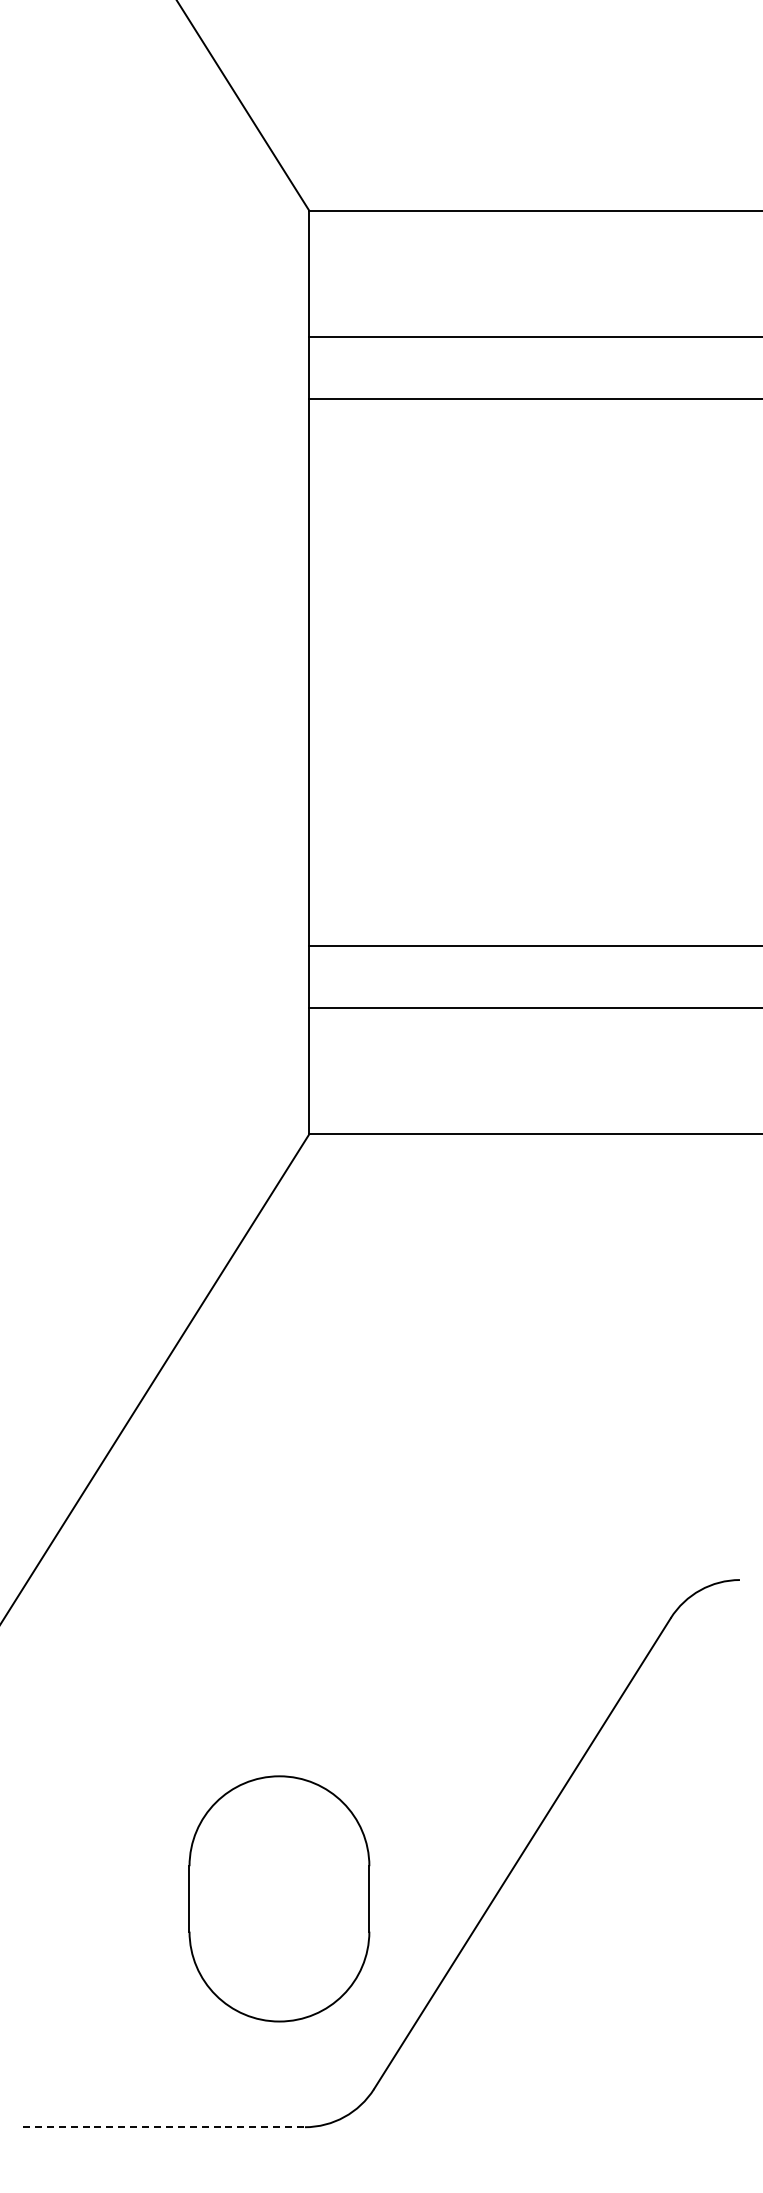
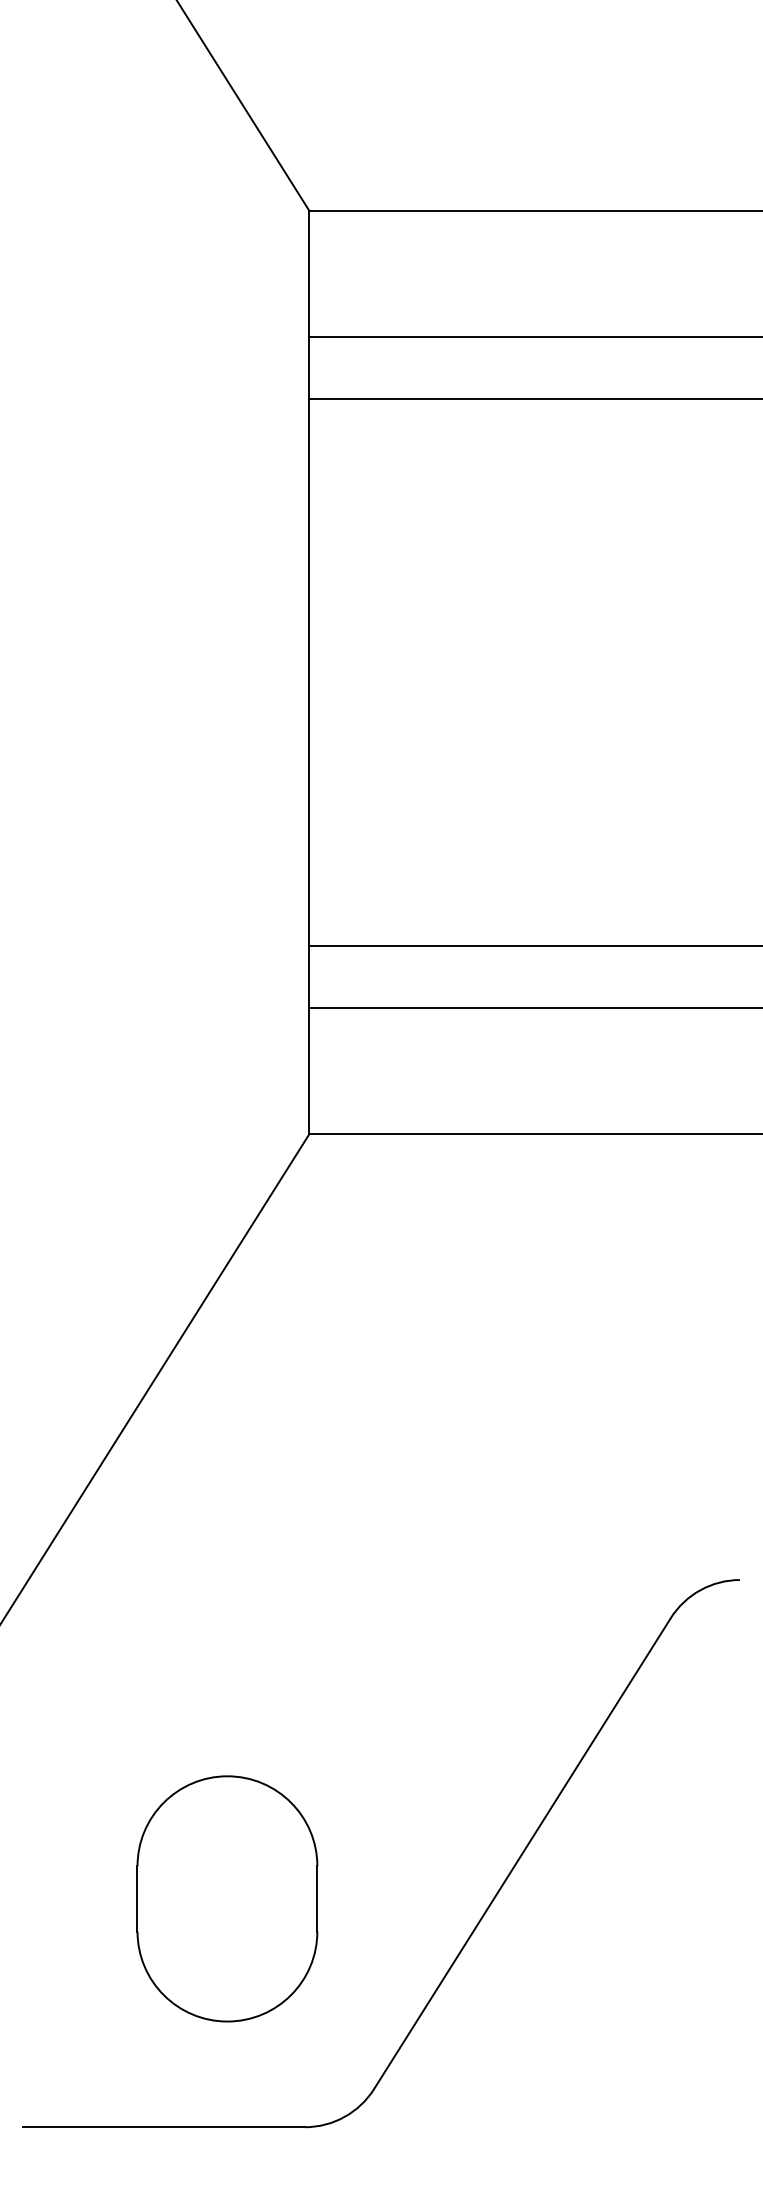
part at (279, 1898) position: (279, 1898) -> (227, 1898)
line at (164, 2127): dashed -> solid
